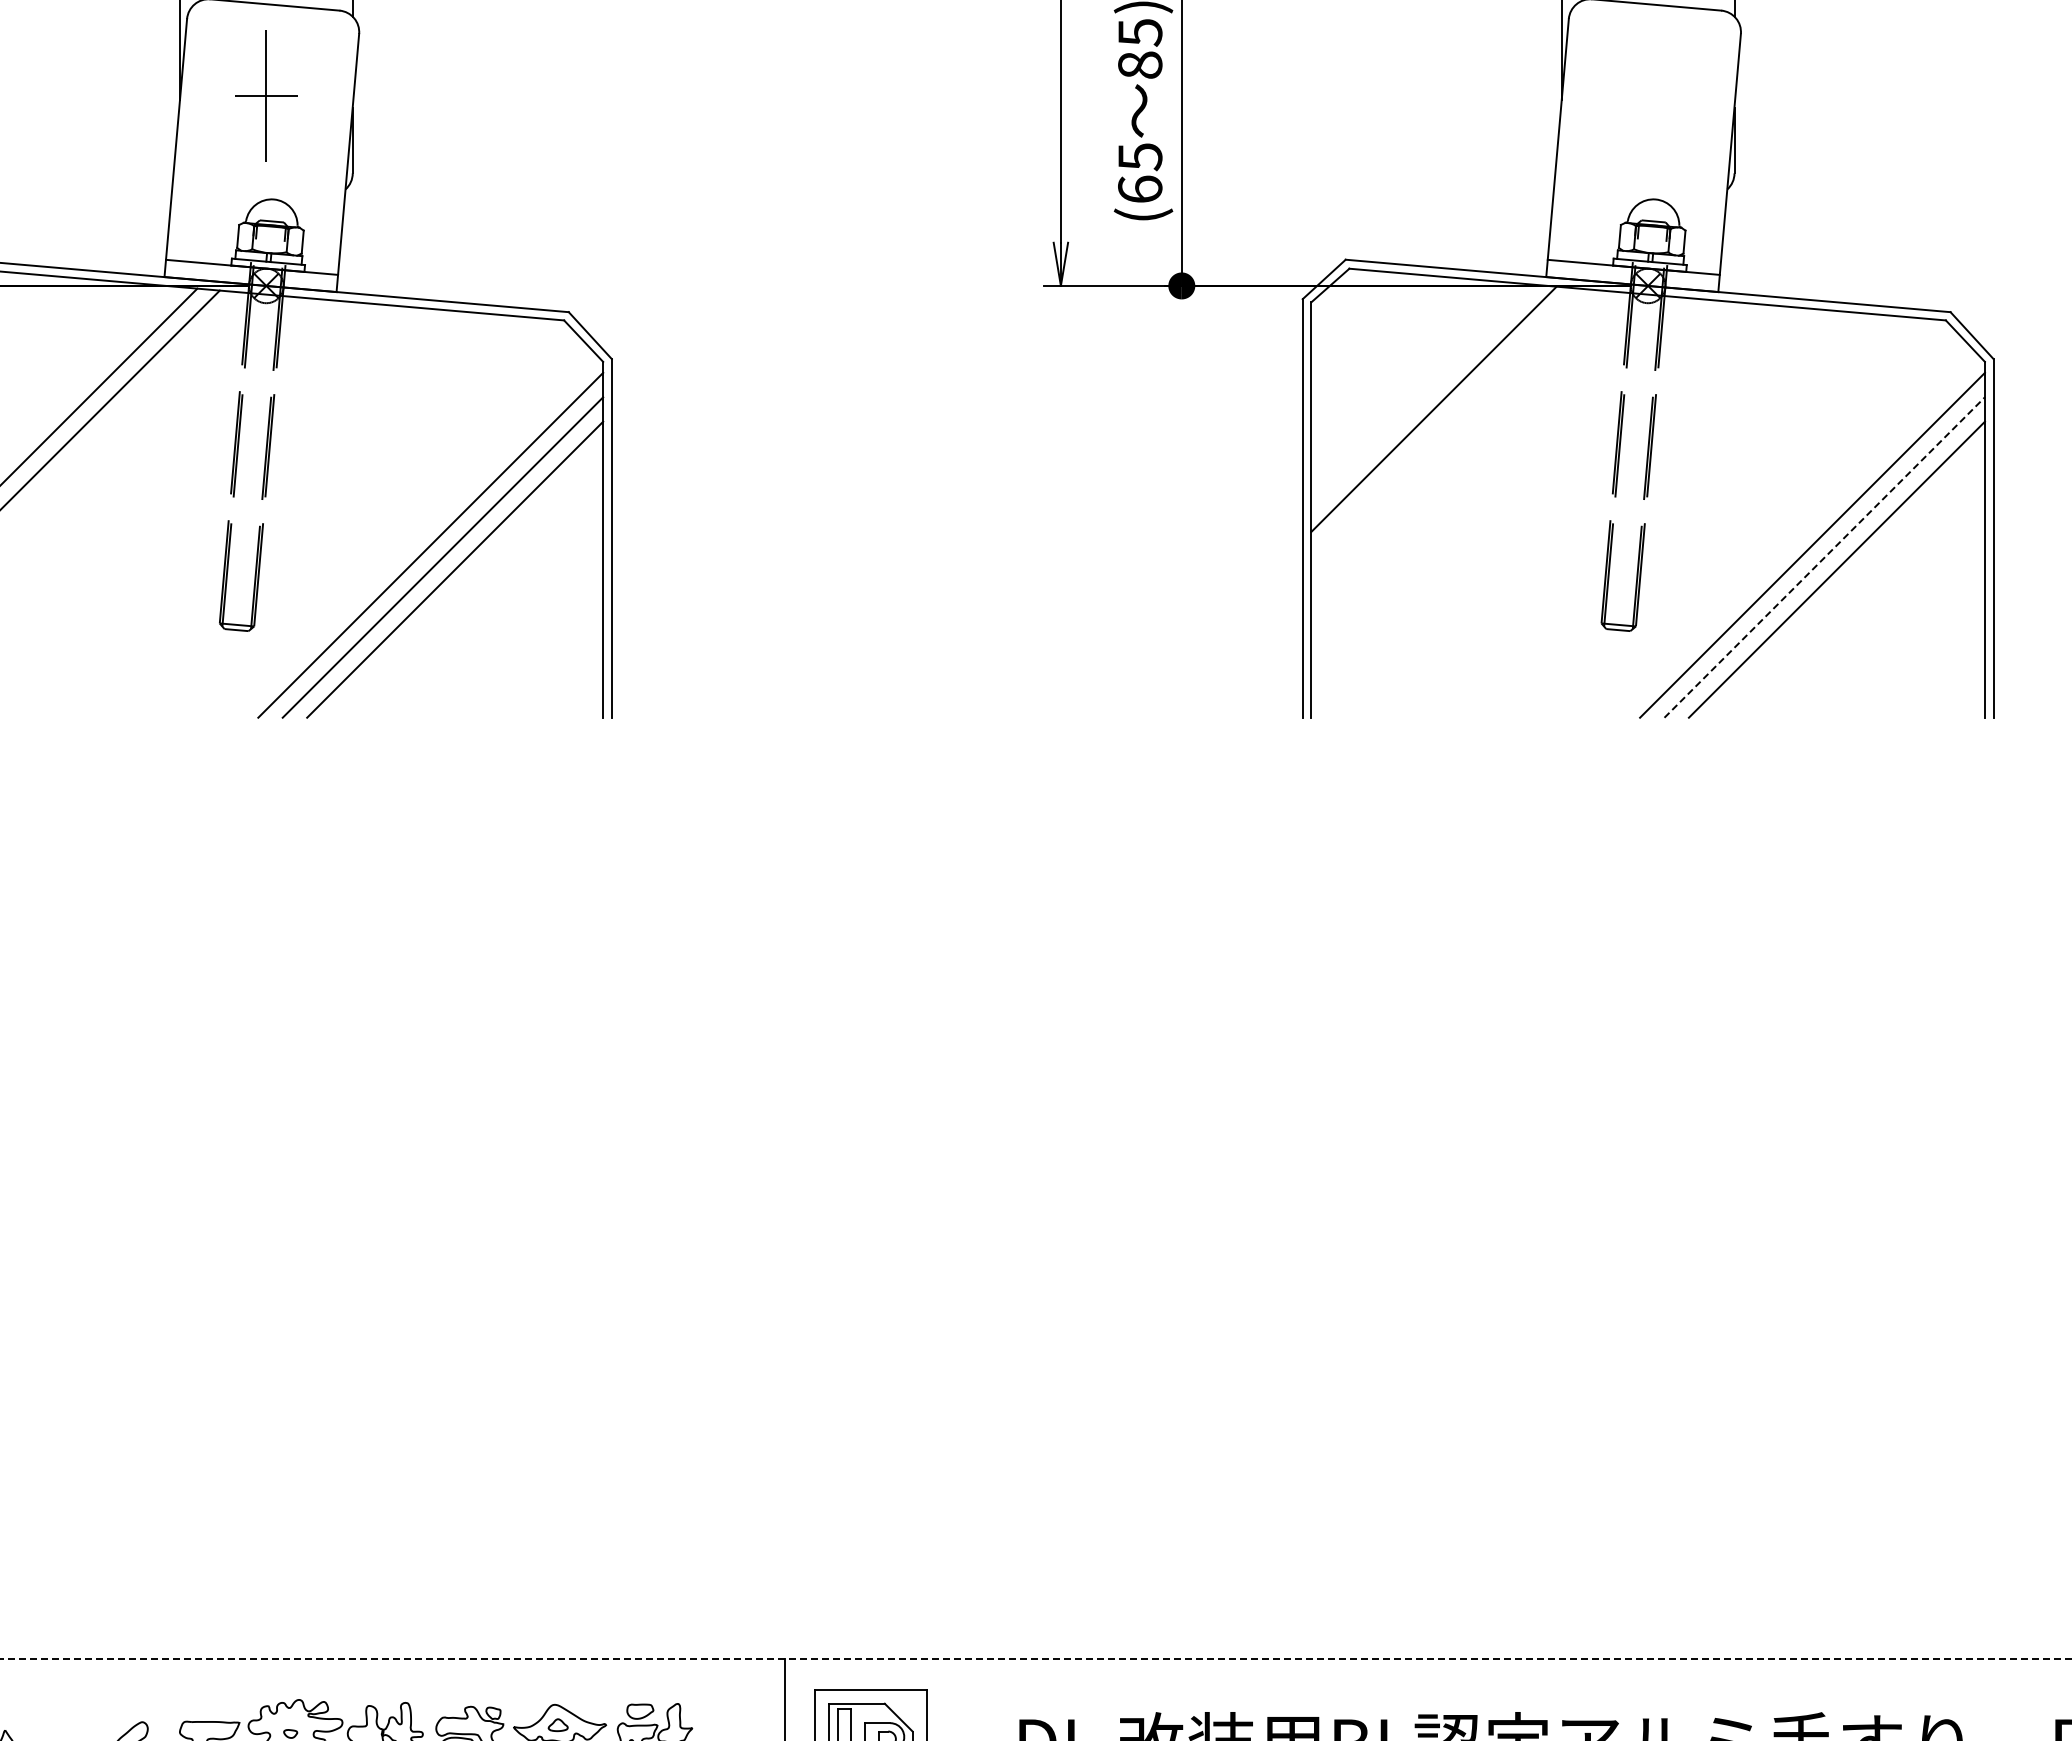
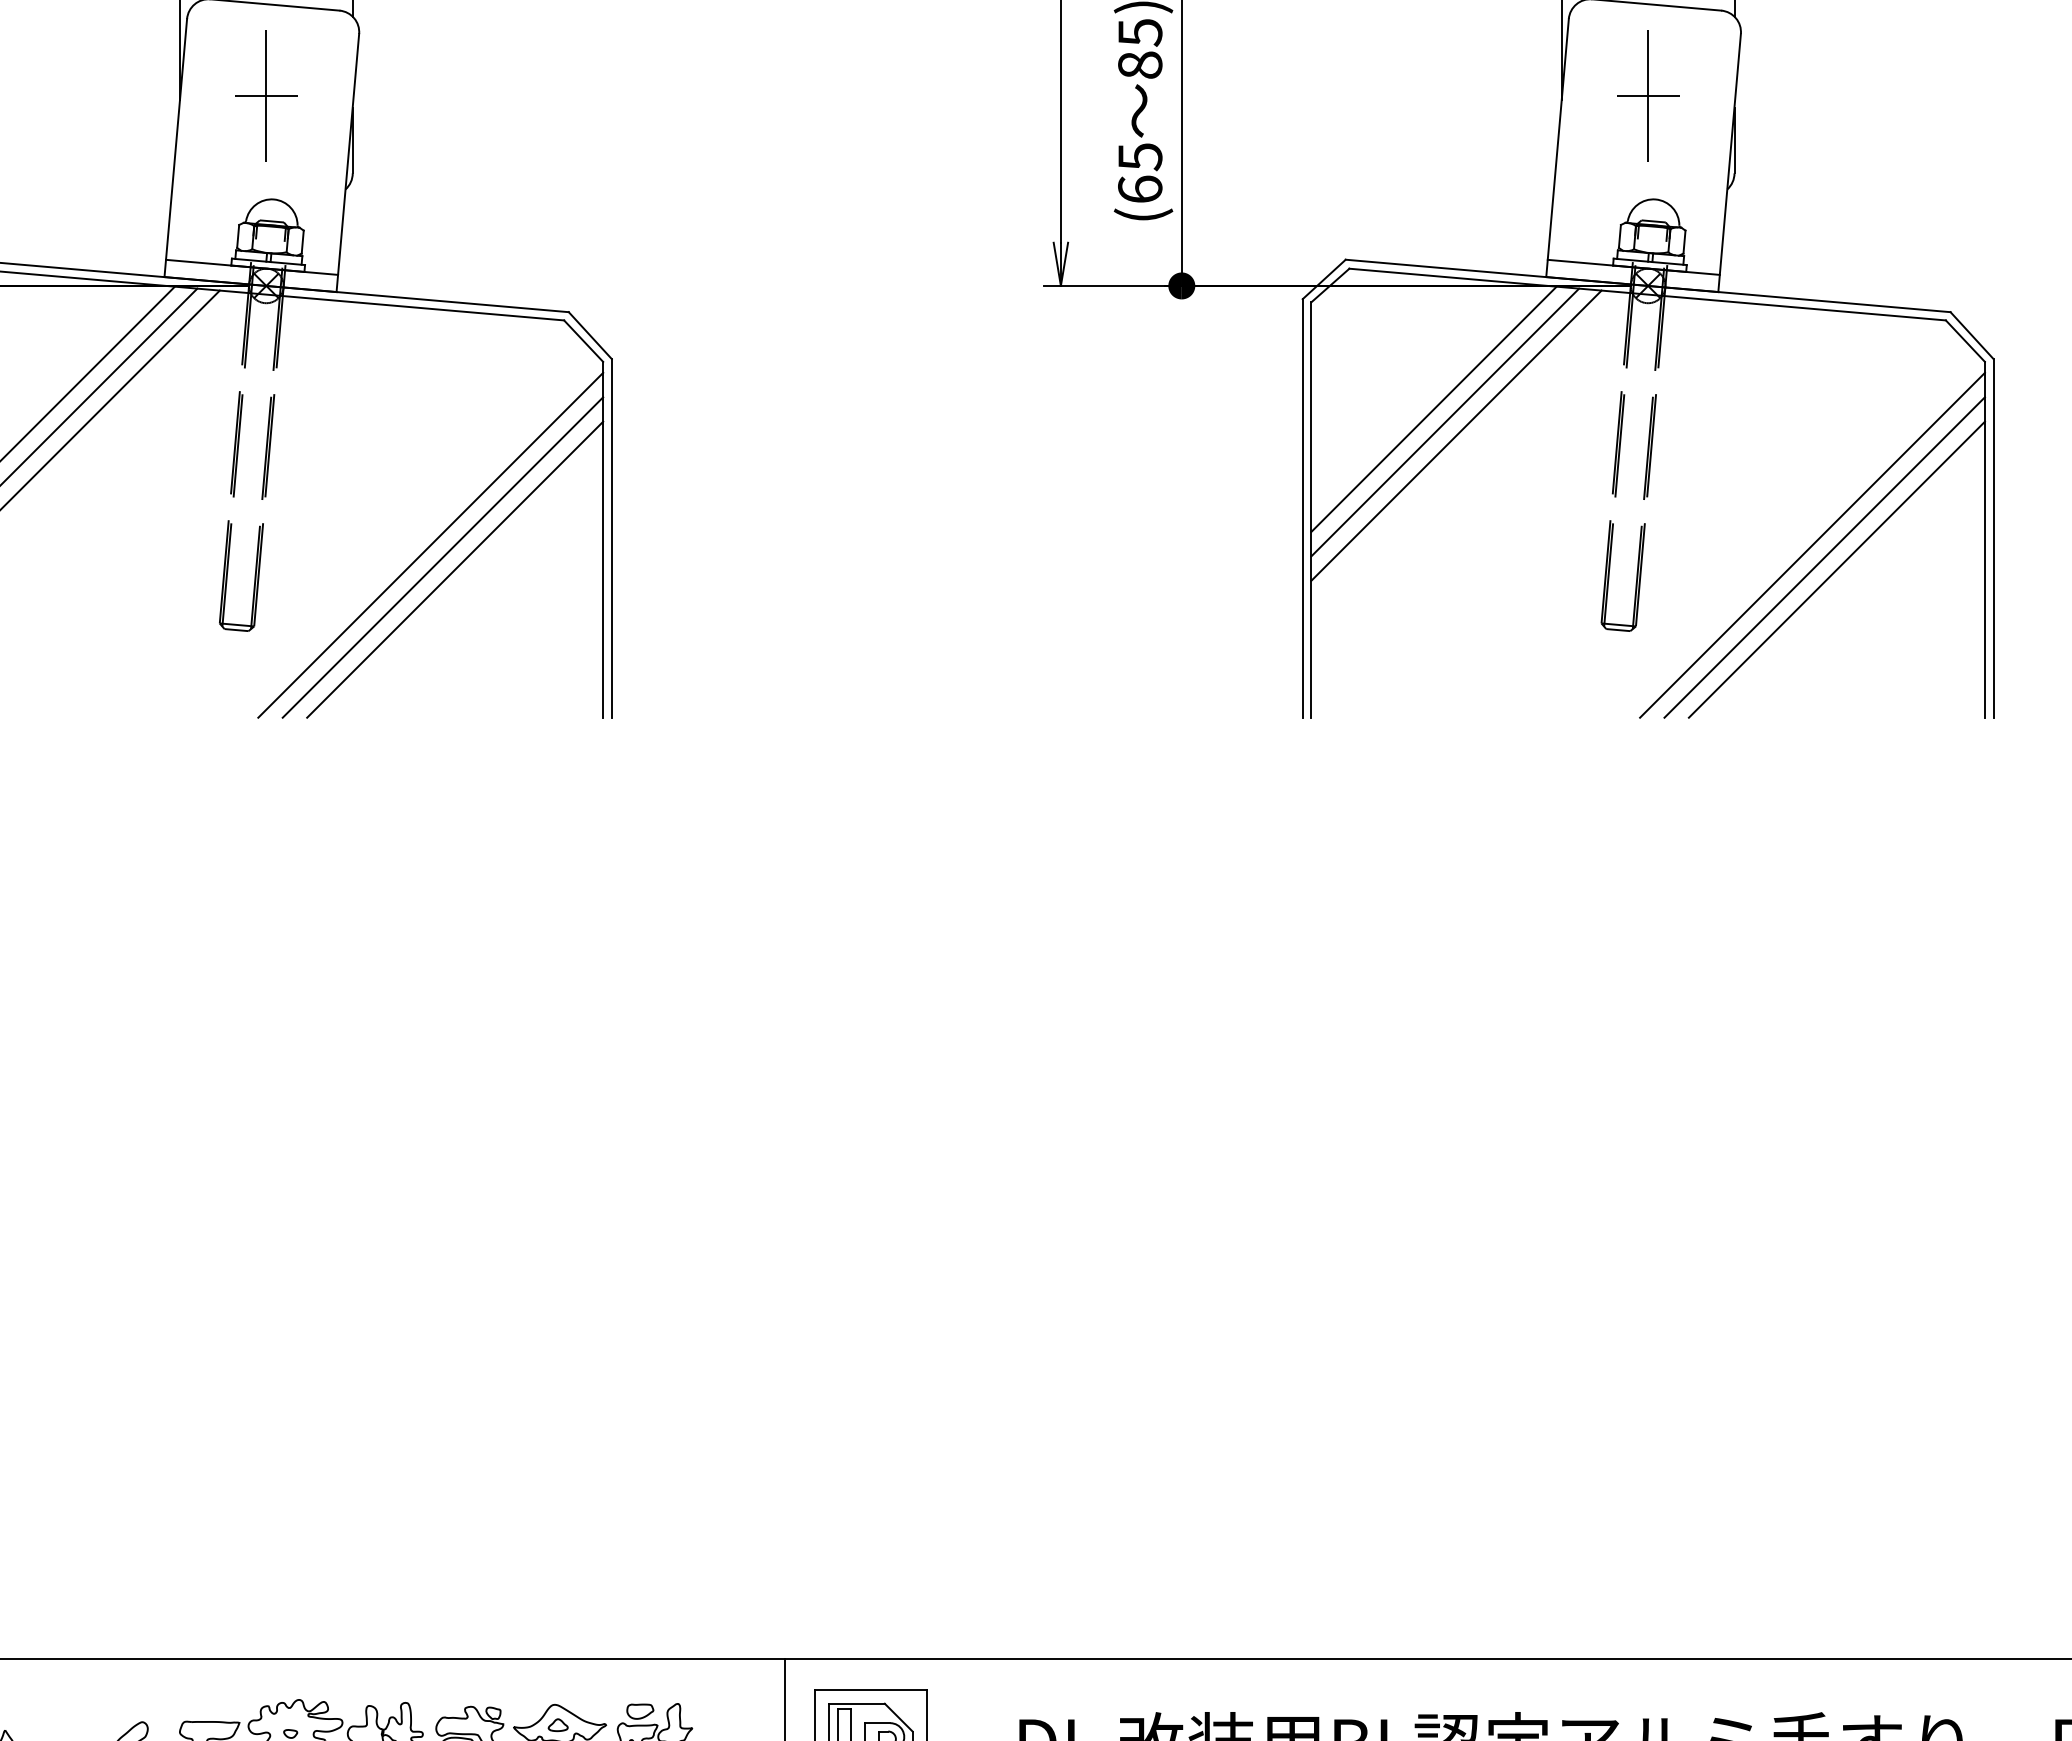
part at (1648, 95): none -> present
line at (88, 372): none -> present
line at (1445, 422): none -> present
line at (1456, 435): none -> present
line at (1824, 557): dashed -> solid
line at (1036, 1659): dashed -> solid
